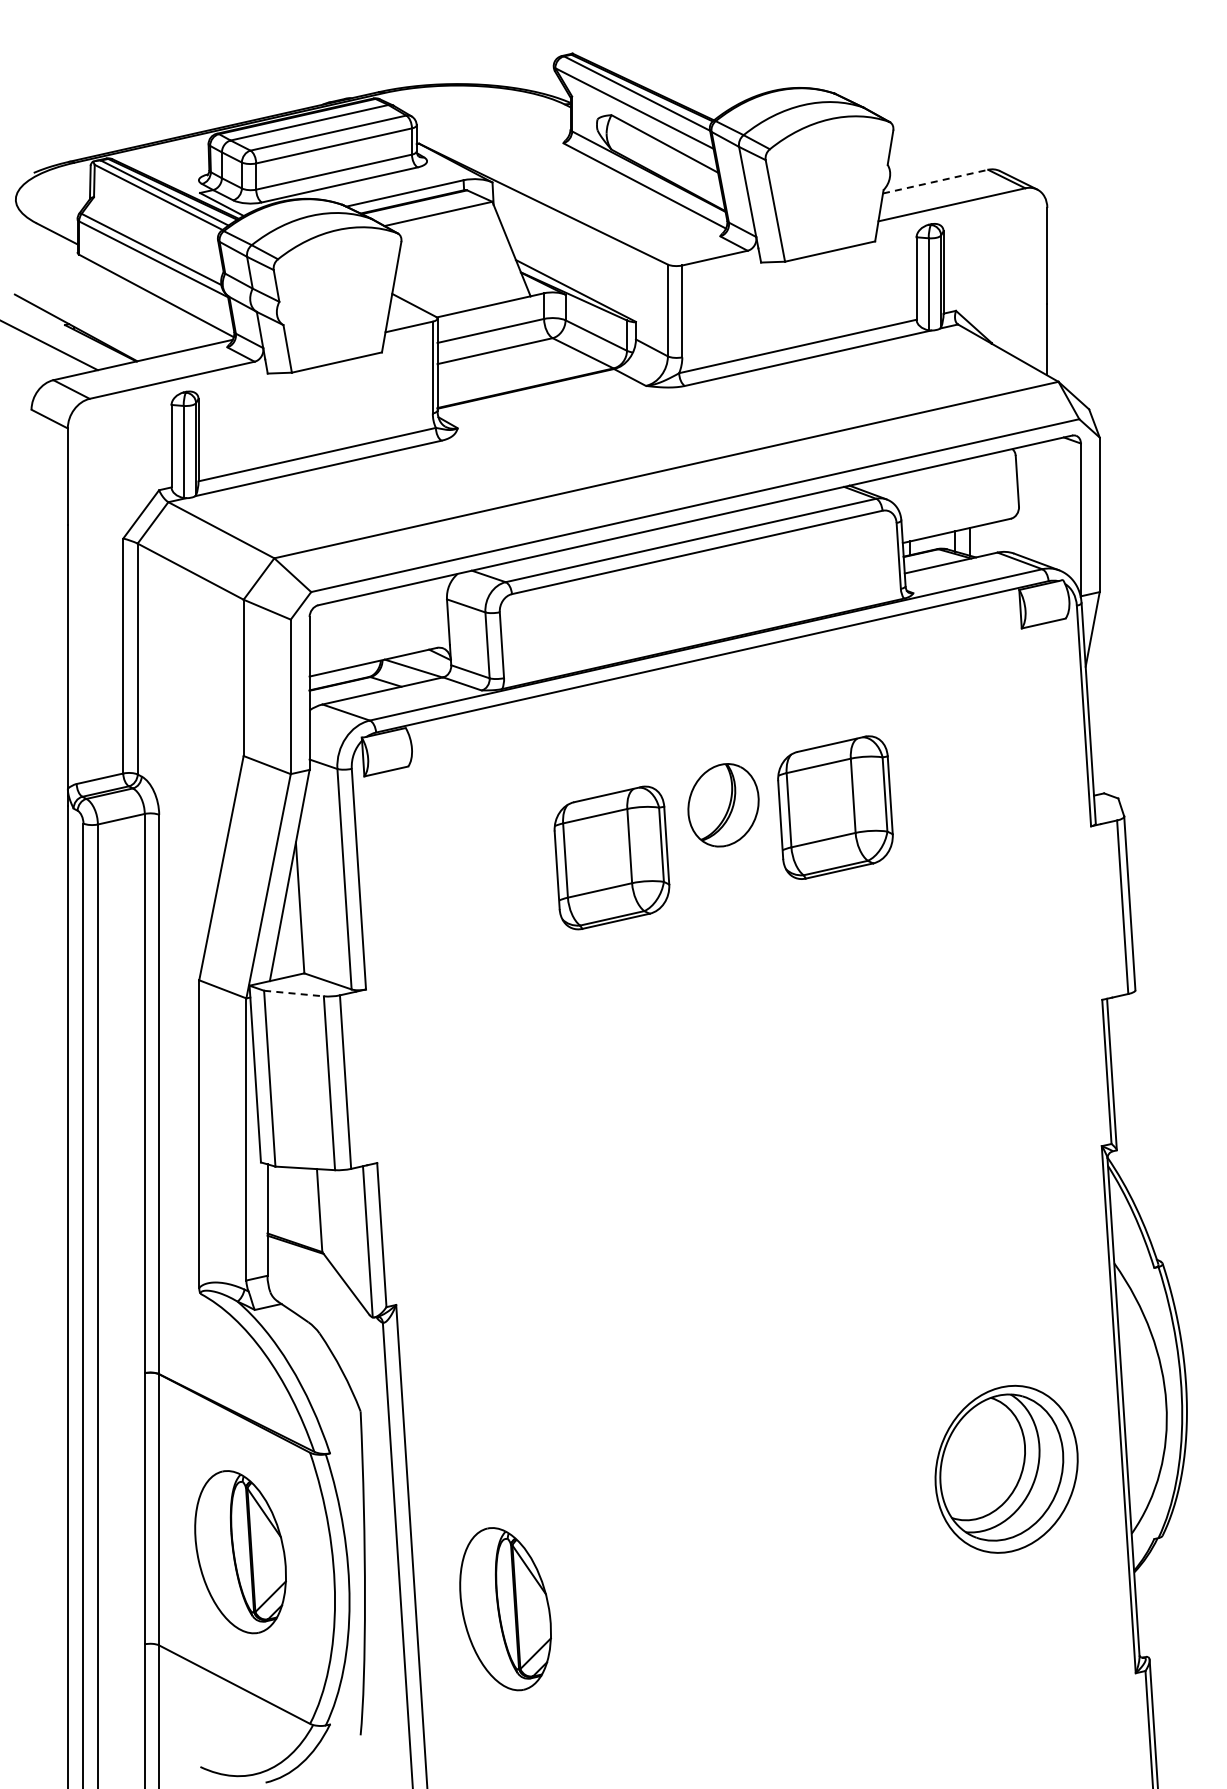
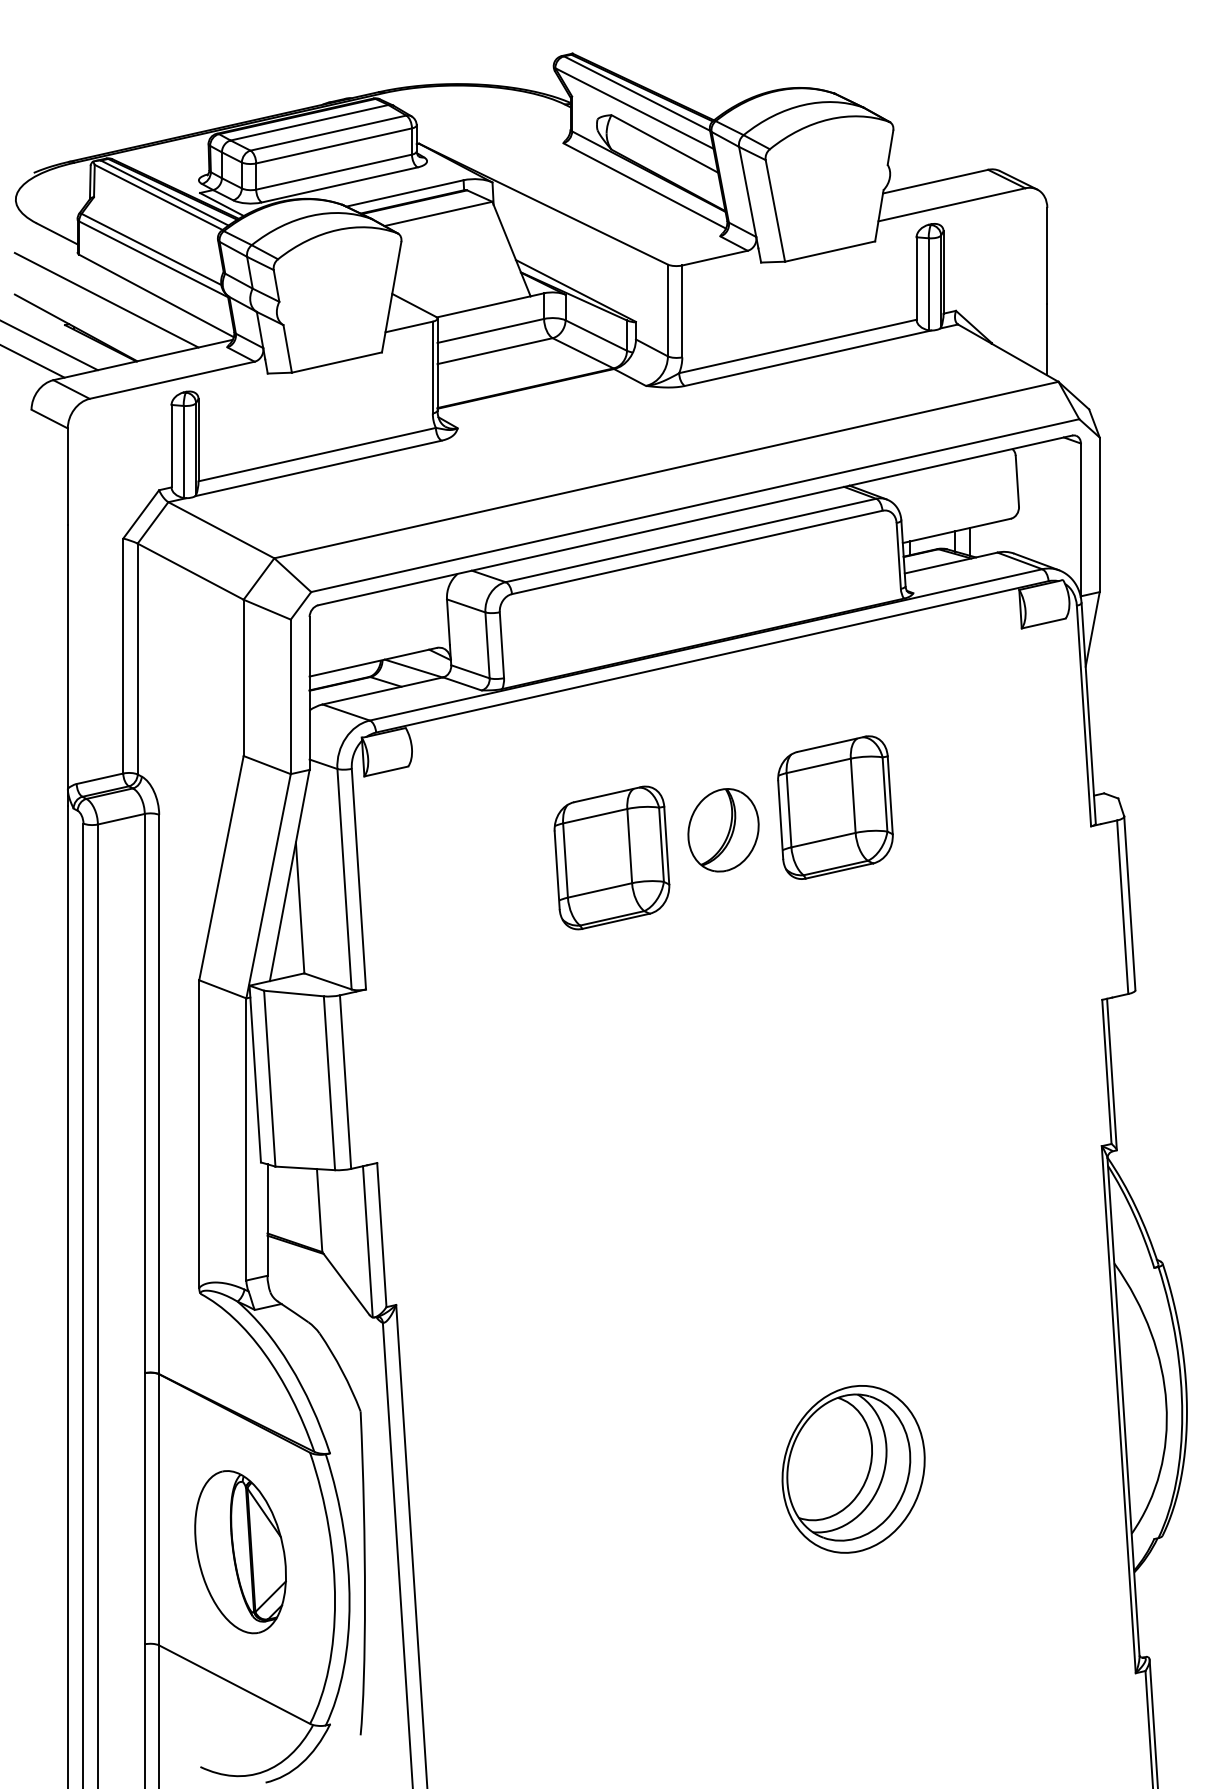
line at (935, 181): dashed -> solid
line at (106, 299): none -> present
line at (33, 361): none -> present
part at (723, 805) position: (723, 805) -> (723, 830)
line at (294, 993): dashed -> solid
part at (1006, 1469) position: (1006, 1469) -> (853, 1469)
part at (505, 1609): present -> none
